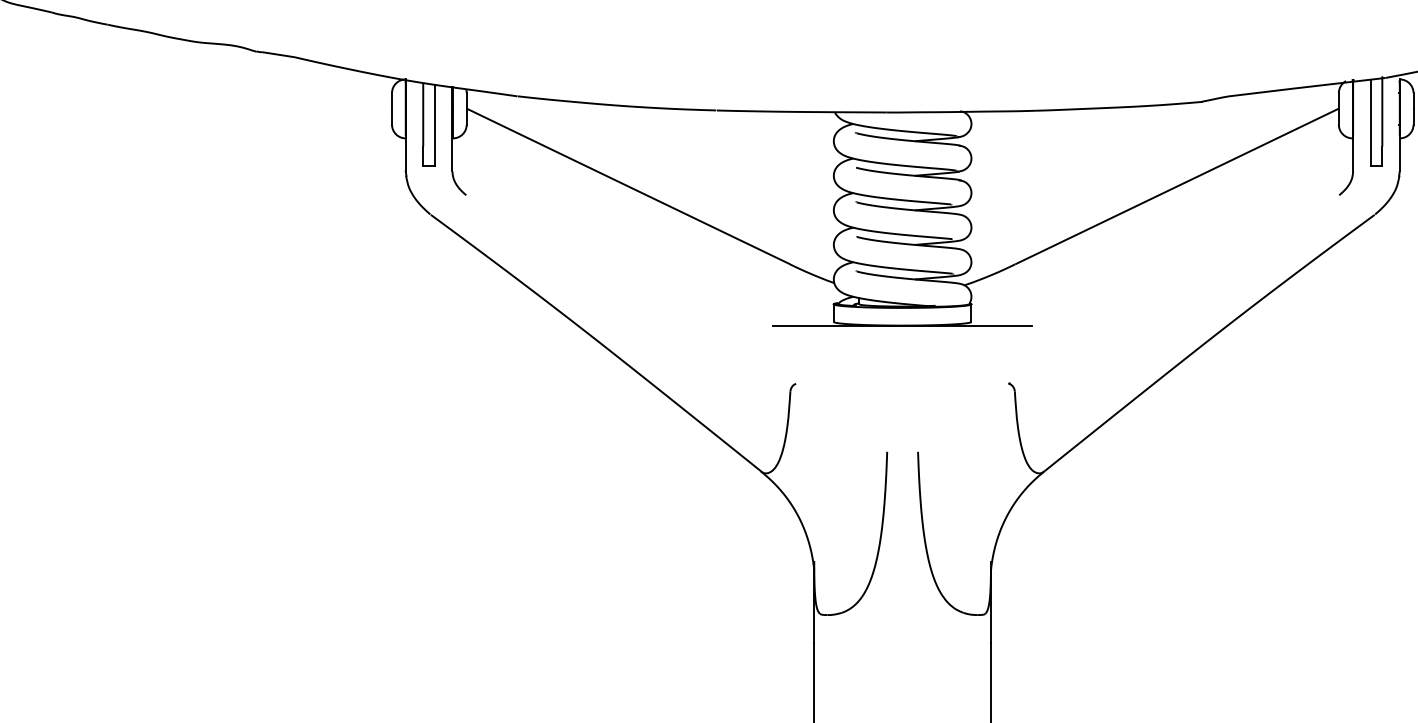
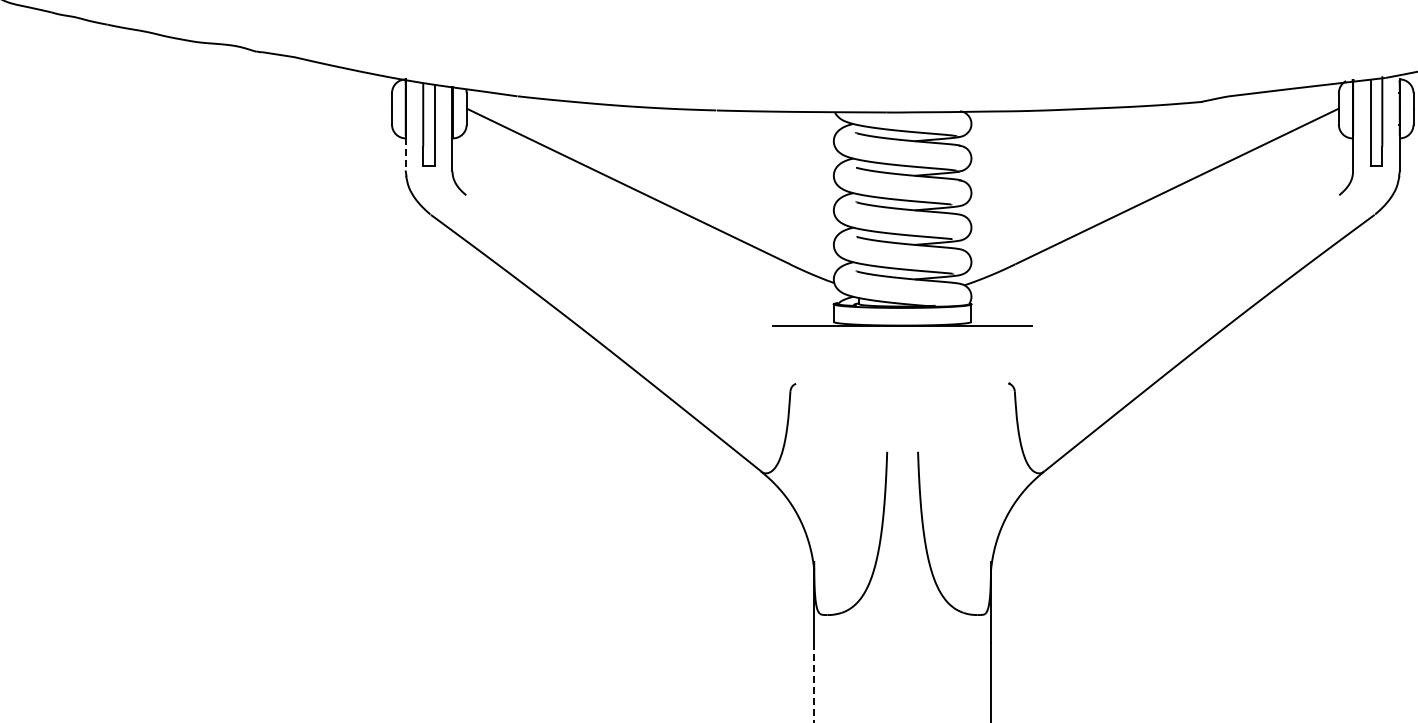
line at (405, 154): solid -> dashed
line at (814, 682): solid -> dashed
